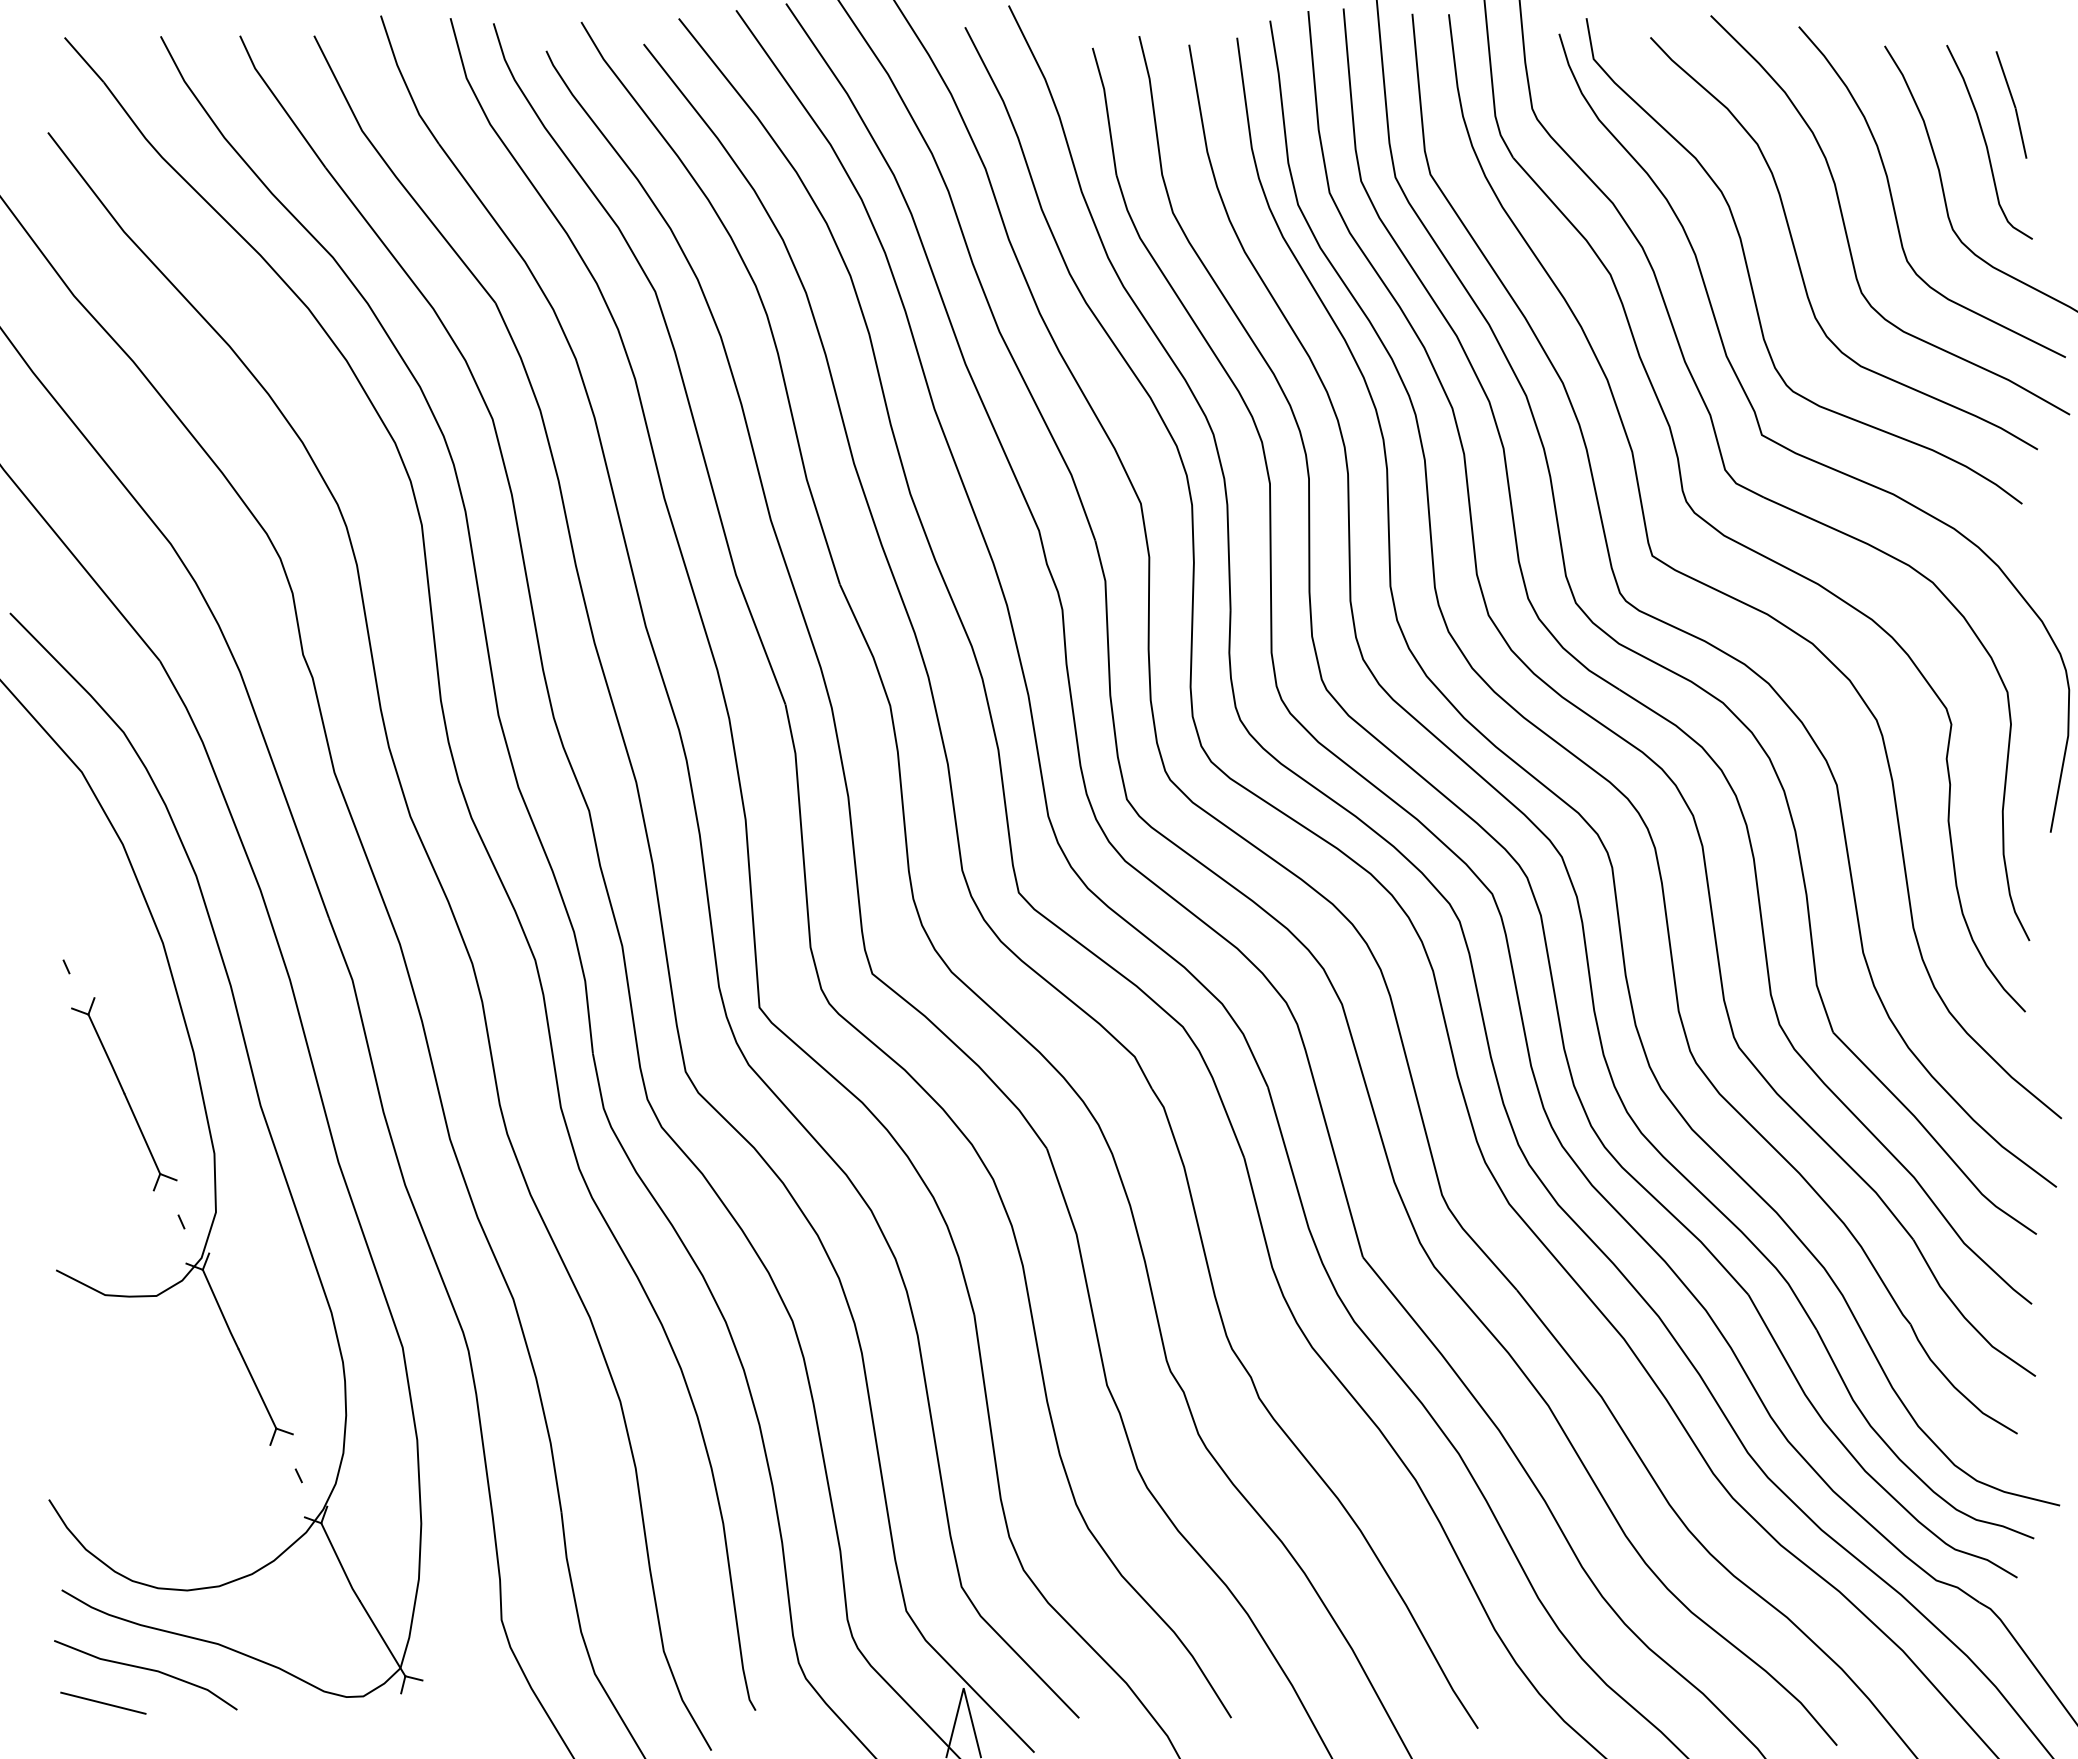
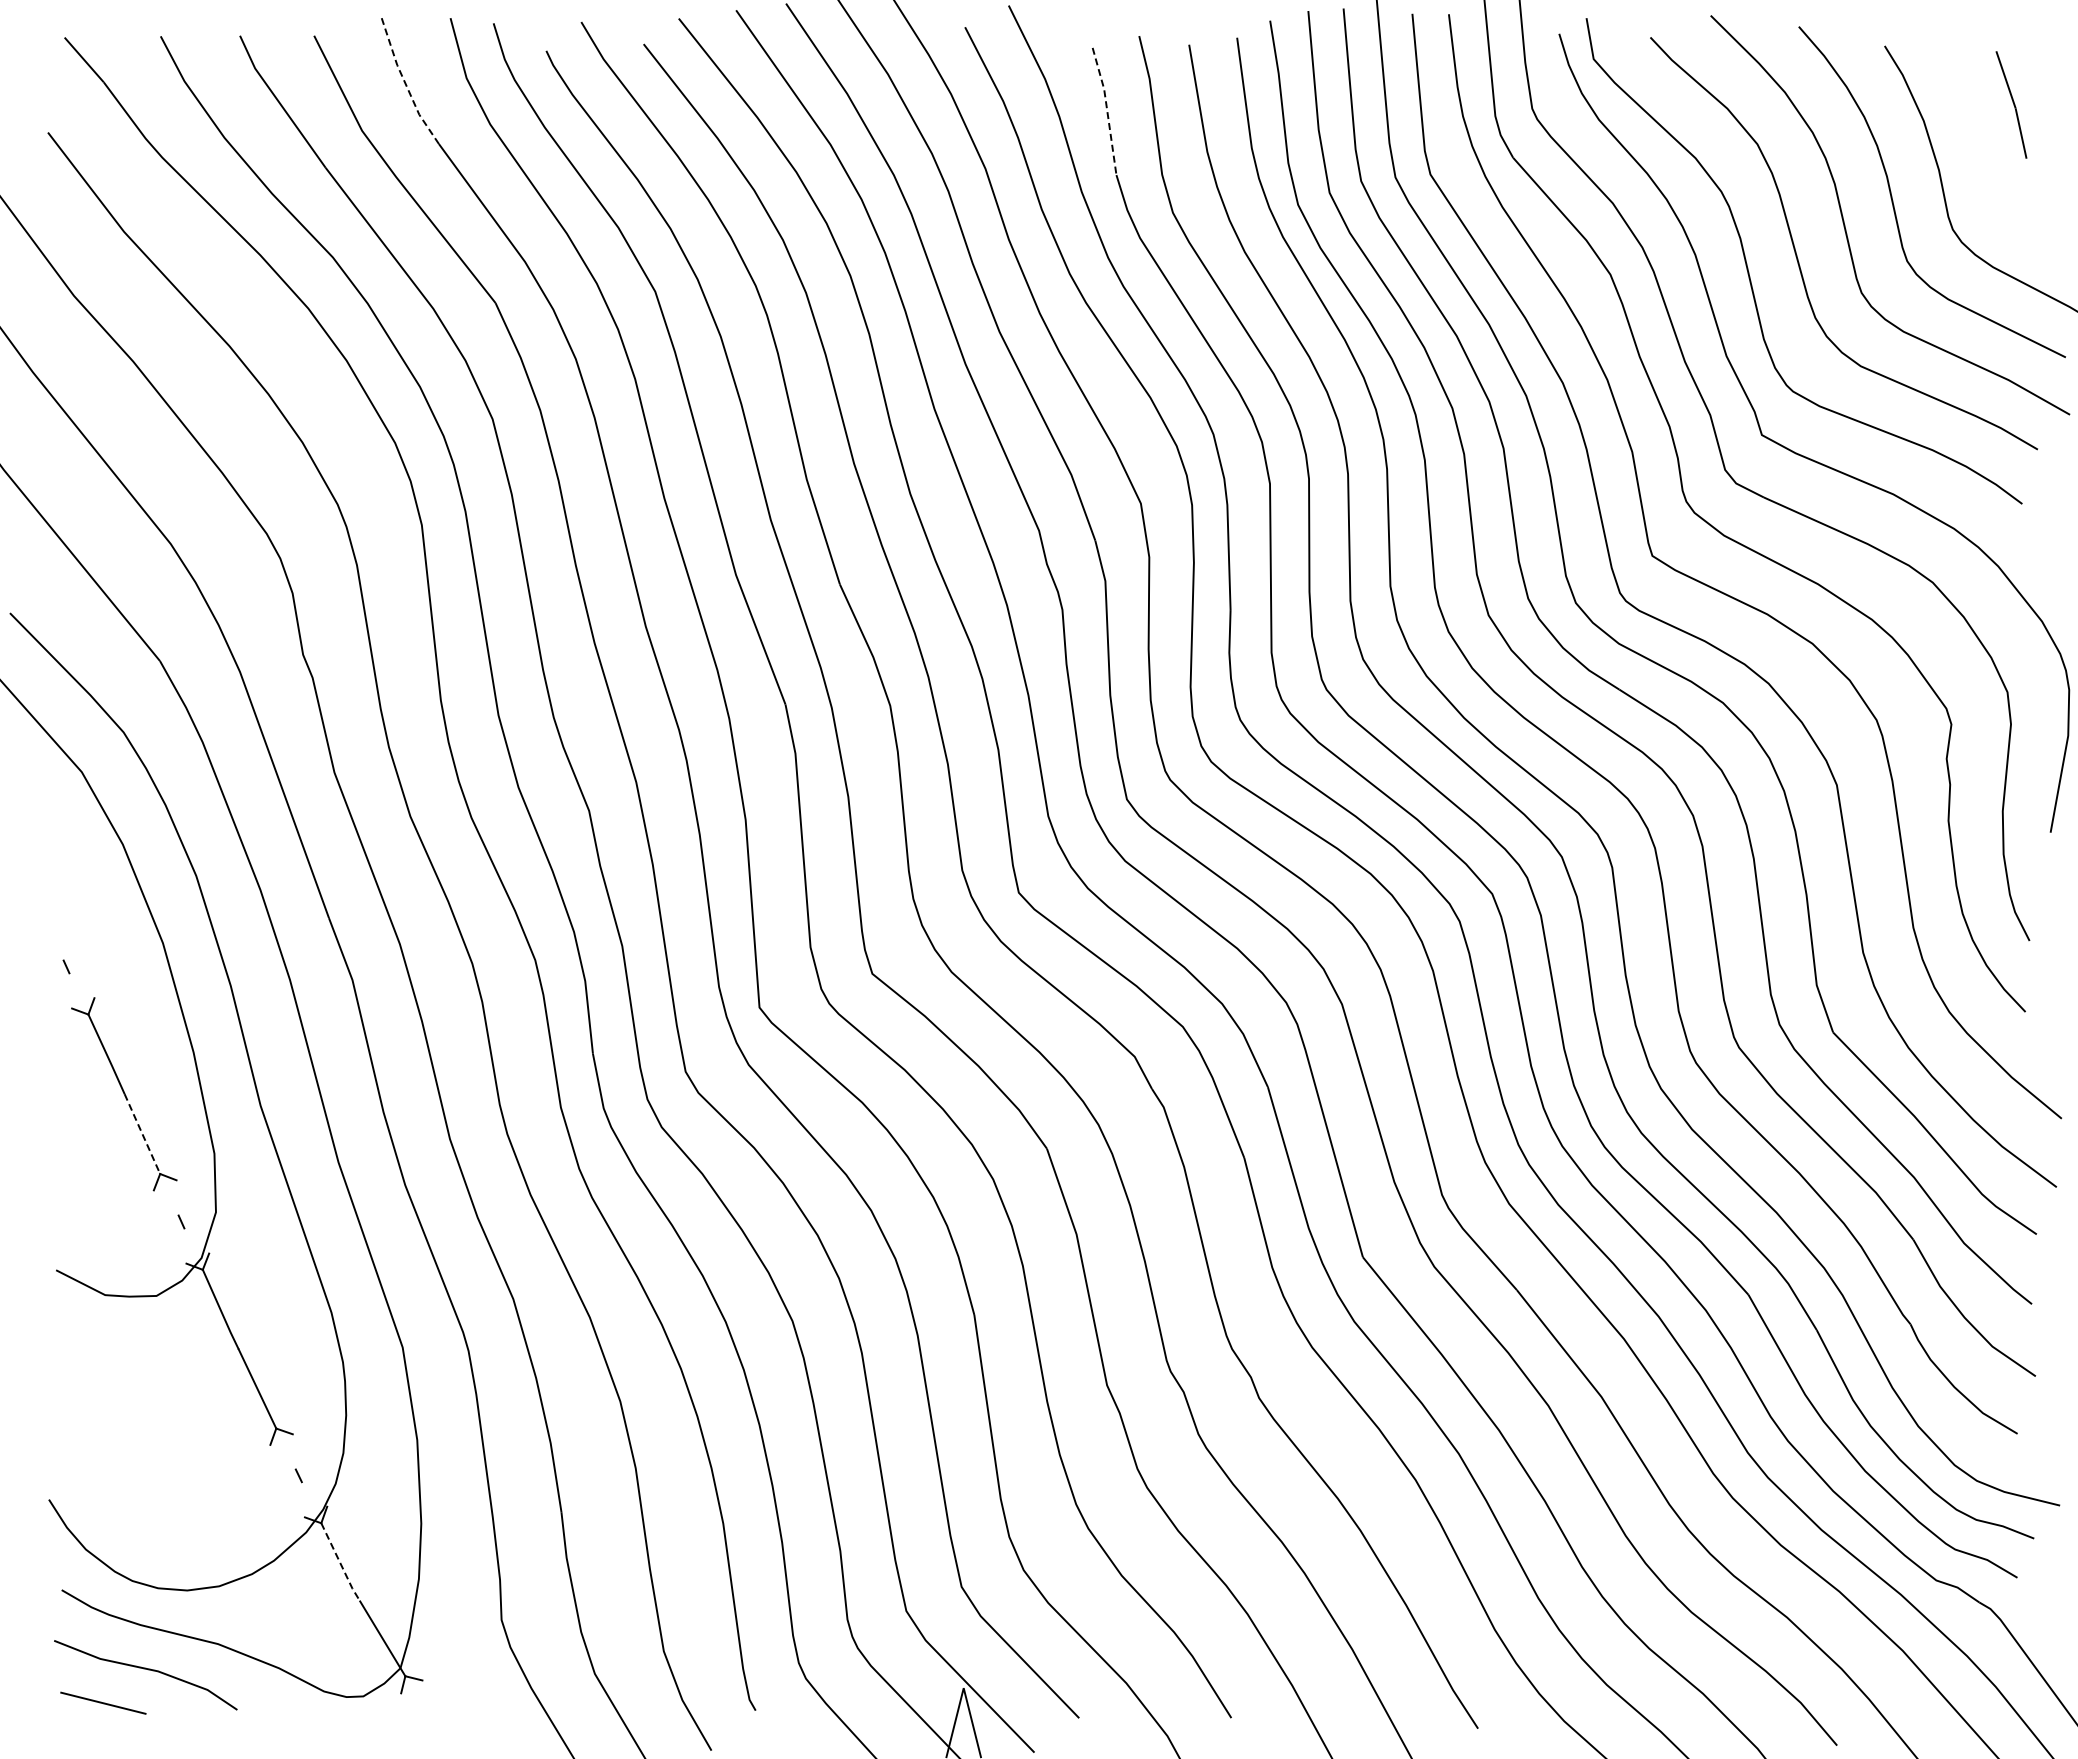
line at (404, 82): solid -> dashed
line at (1107, 110): solid -> dashed
curve at (1987, 144): present -> none
line at (142, 1134): solid -> dashed
line at (340, 1563): solid -> dashed
